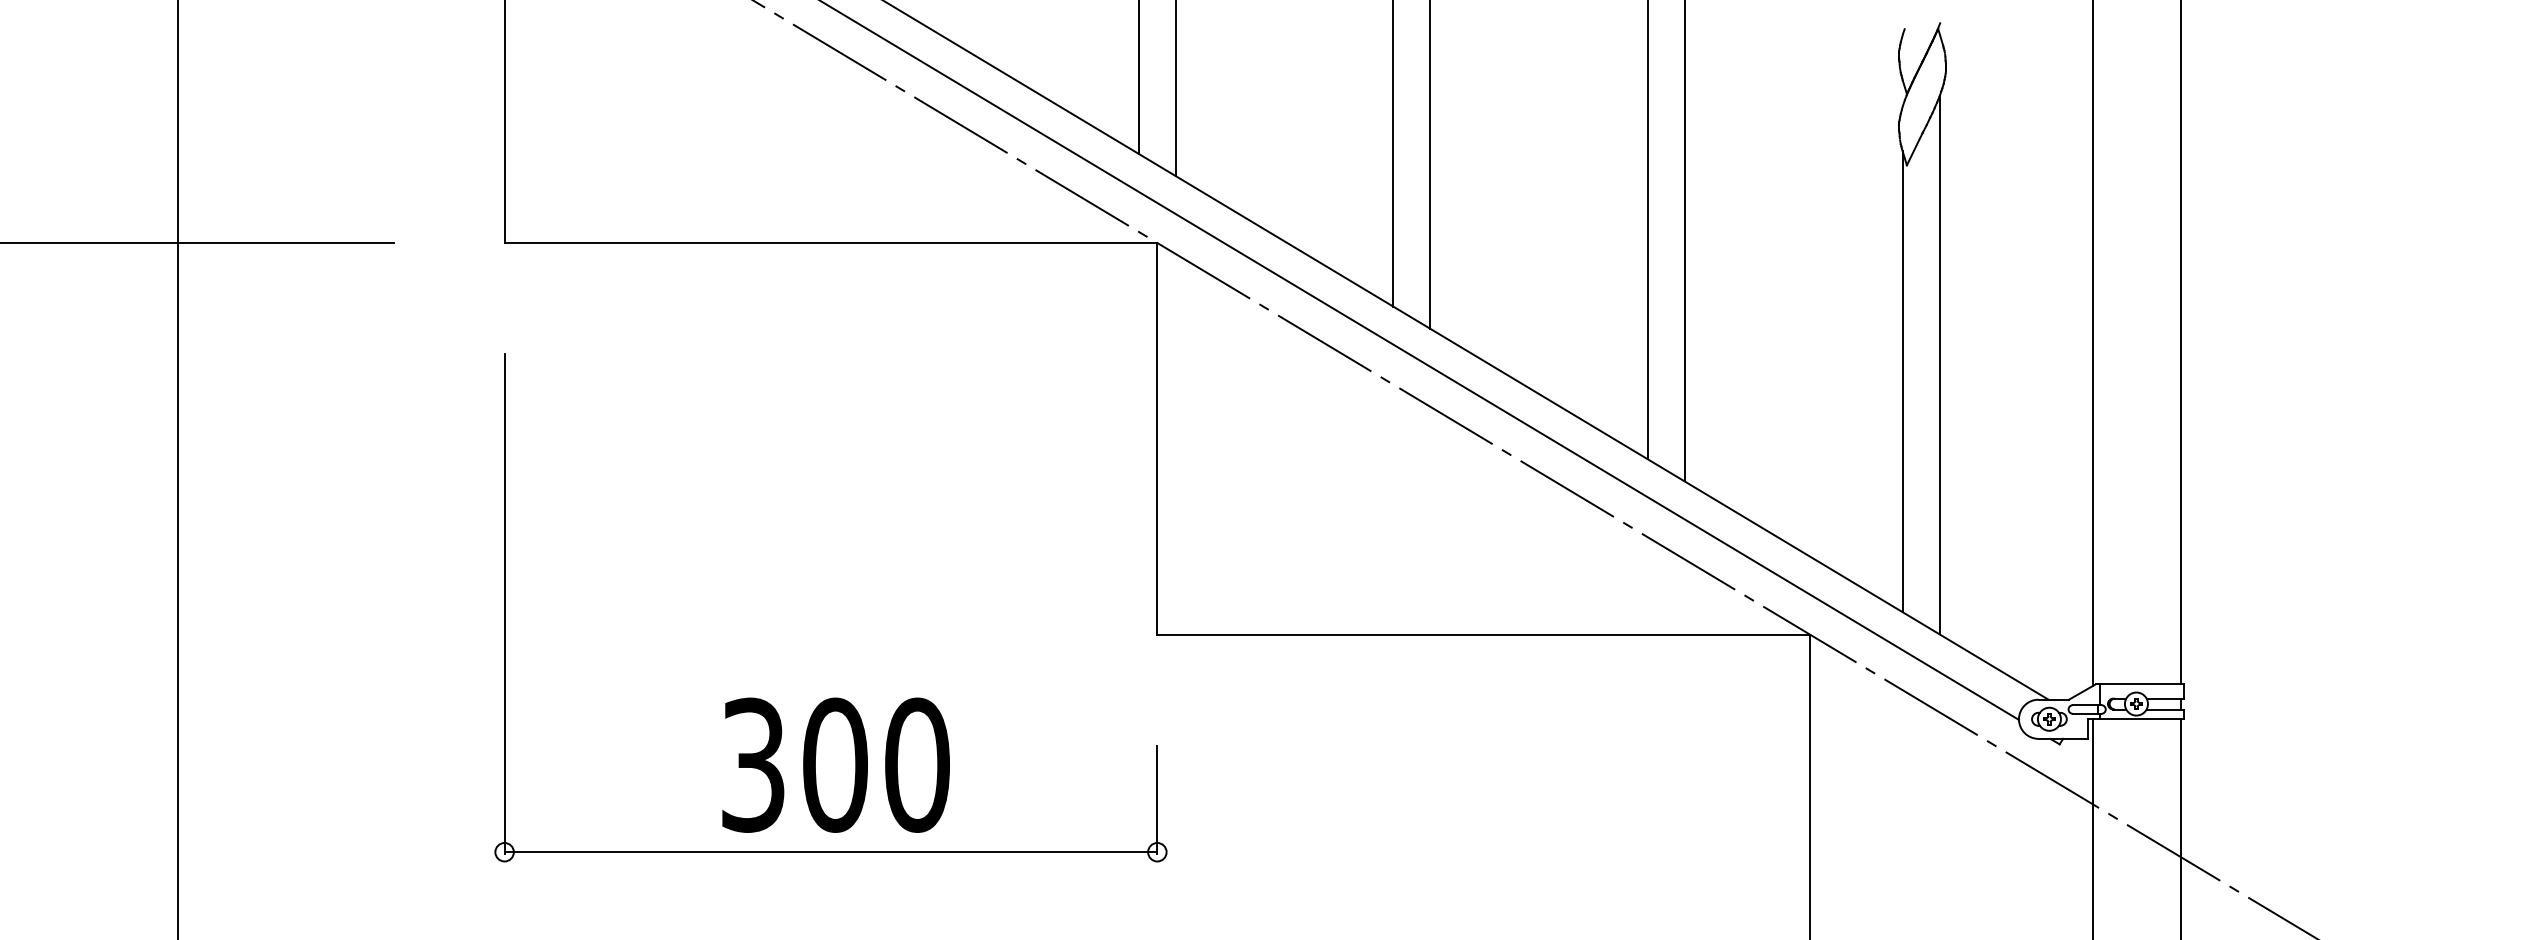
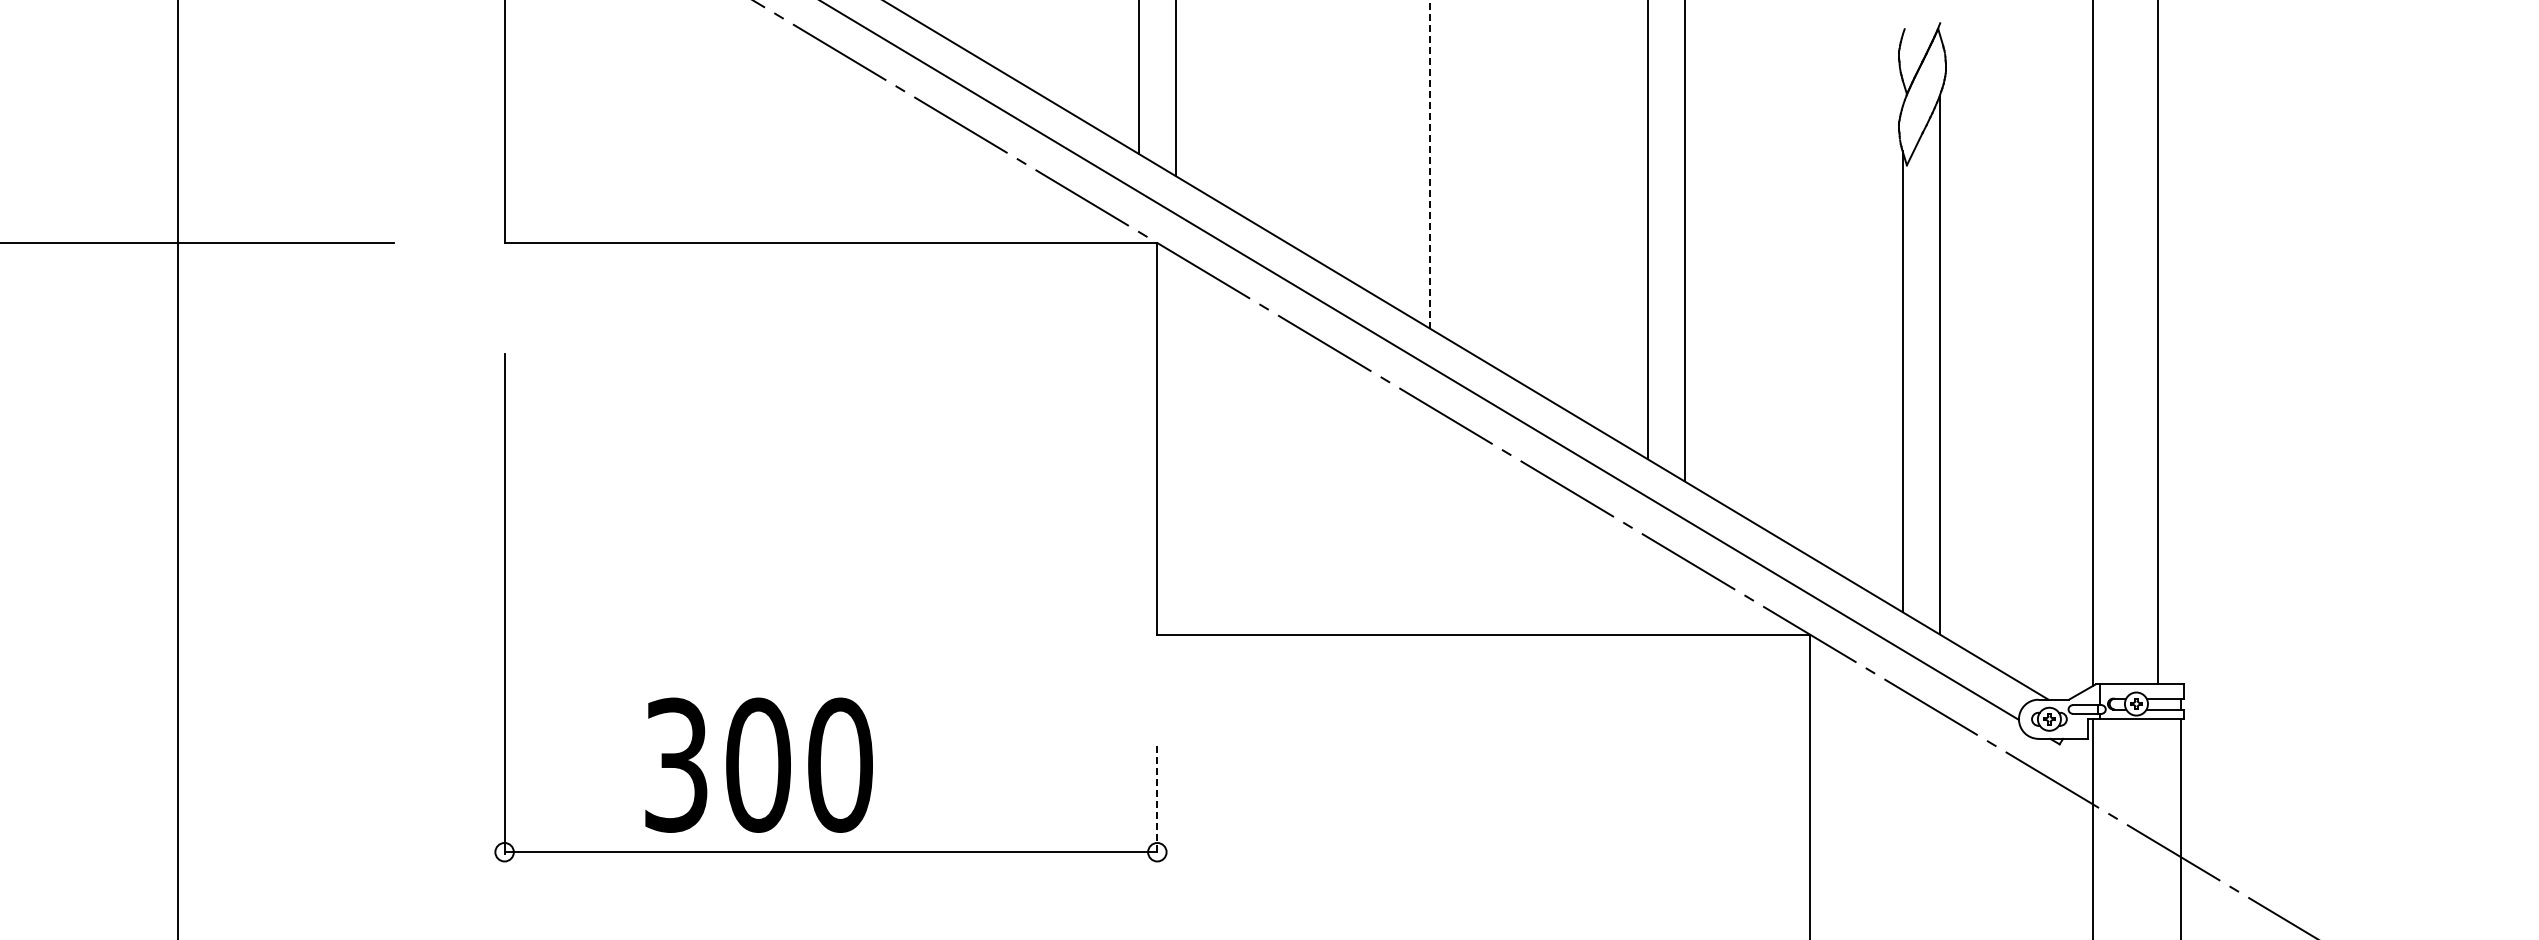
line at (1393, 154): present -> none
line at (1430, 164): solid -> dashed
line at (2180, 343) position: (2180, 343) -> (2157, 343)
text at (835, 764) position: (835, 764) -> (758, 764)
line at (1157, 800): solid -> dashed
